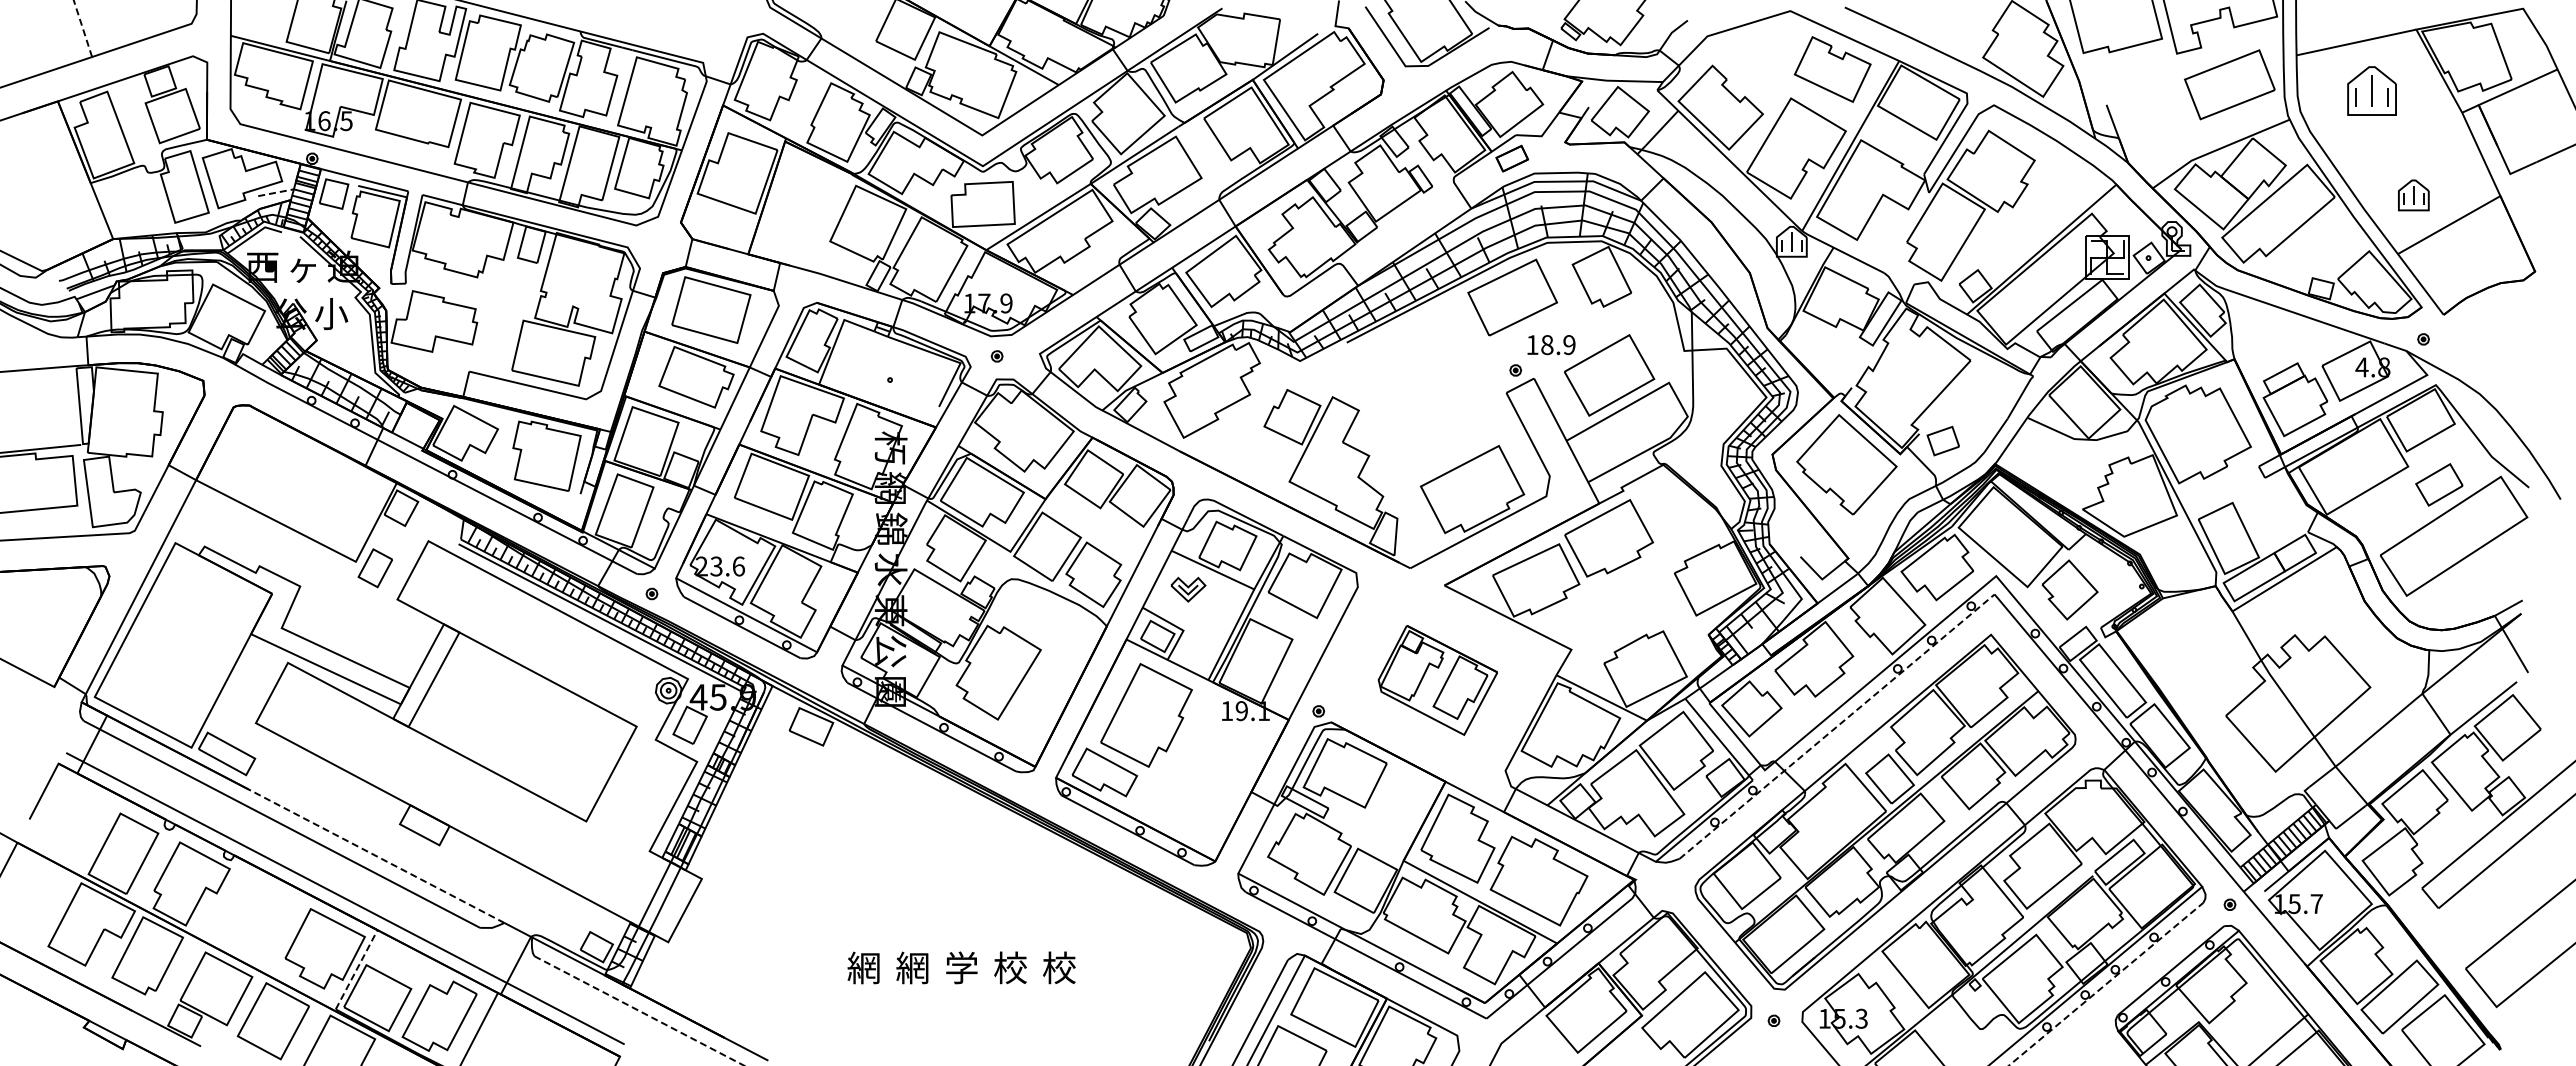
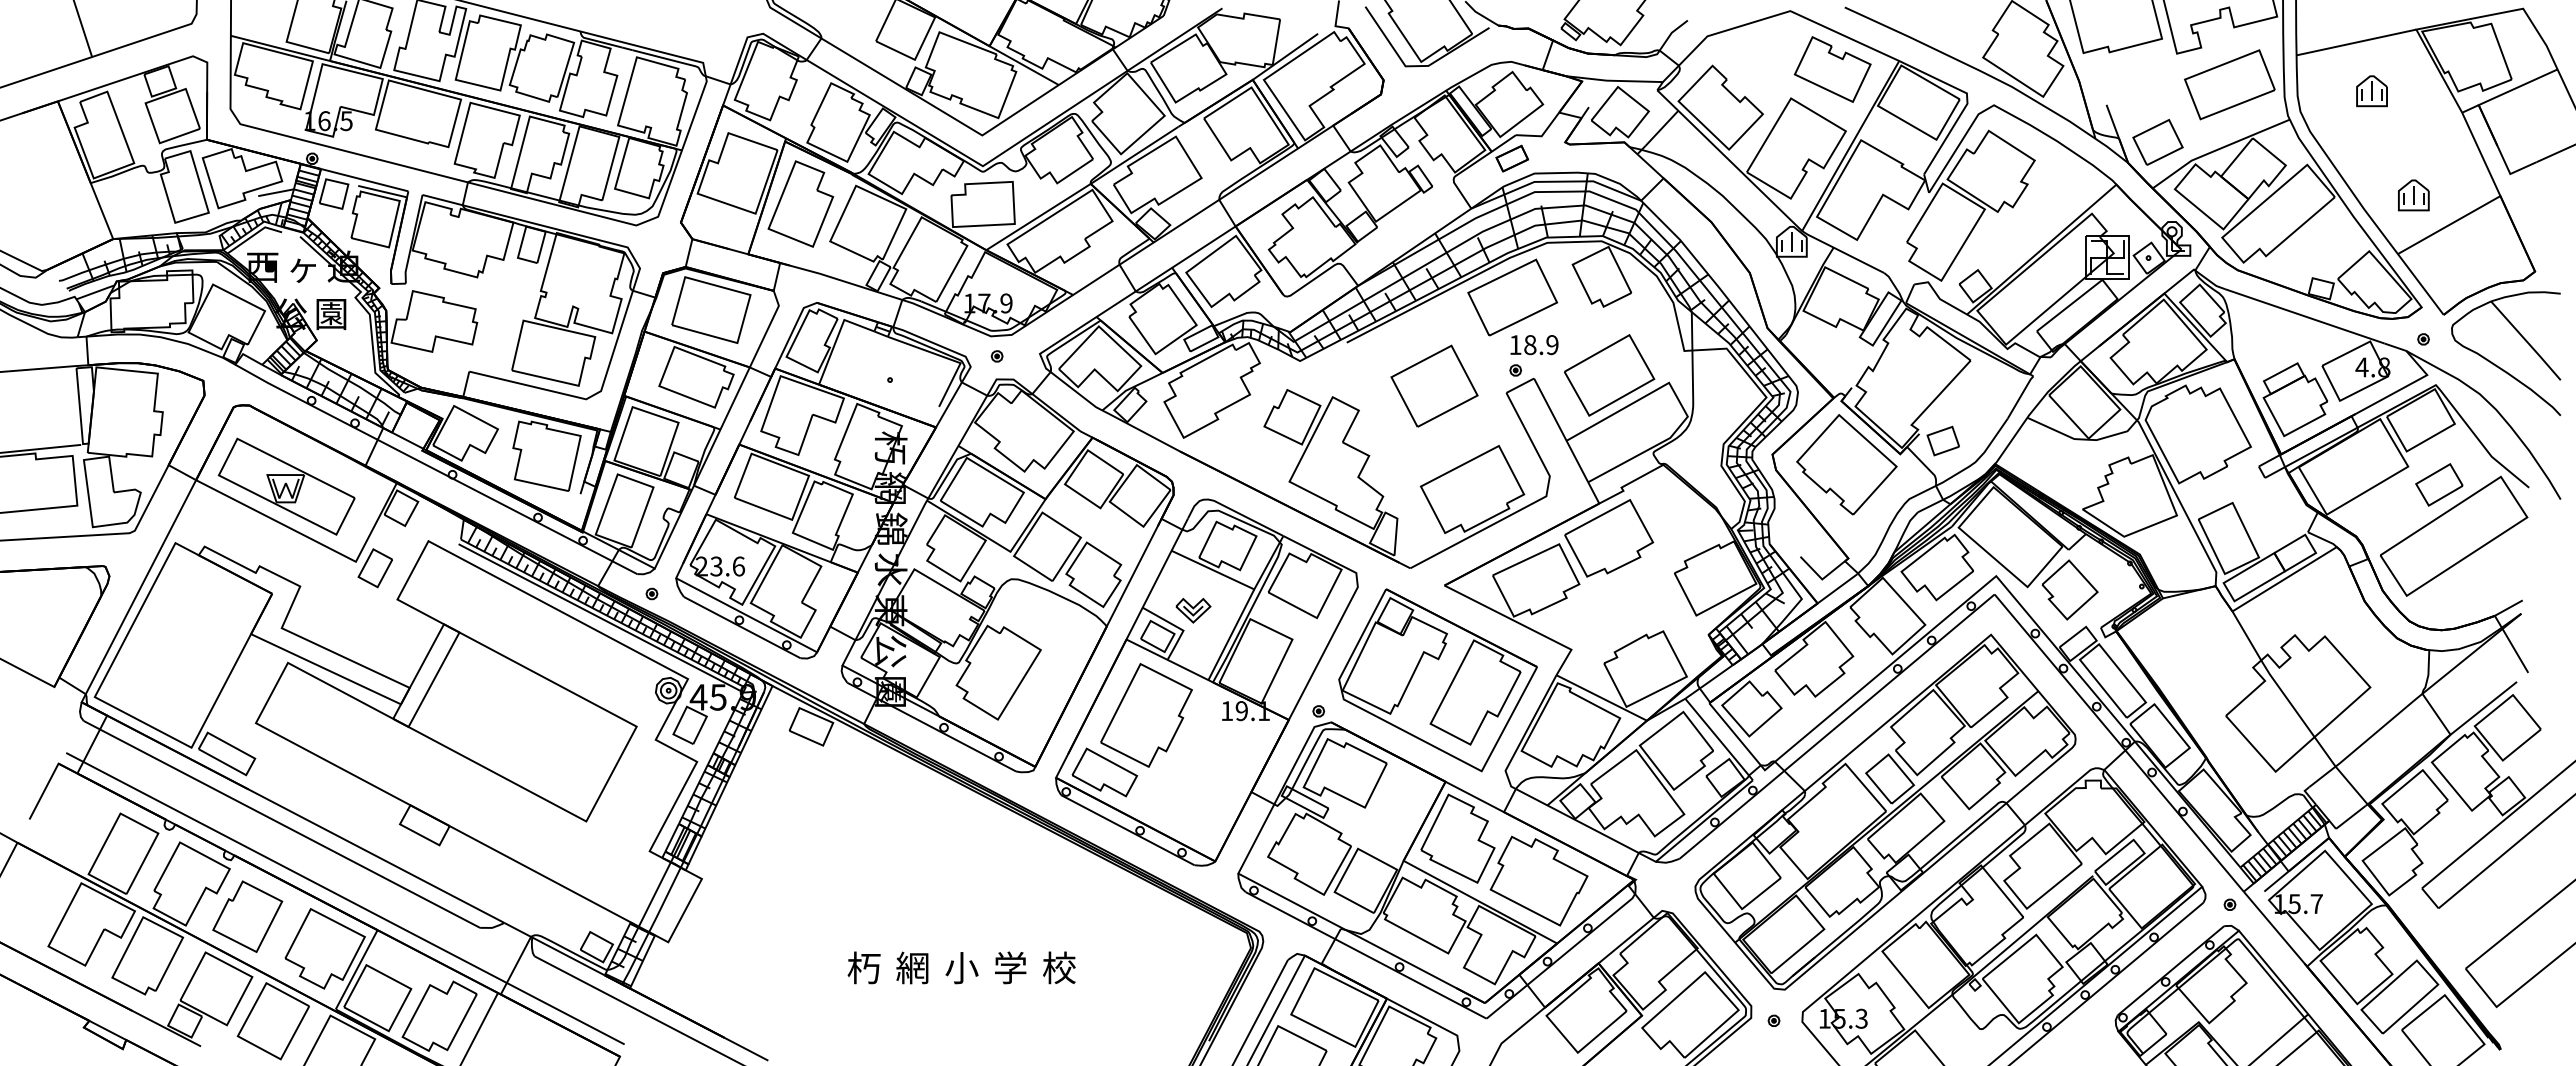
line at (82, 28): dashed -> solid
part at (2371, 90) size: 50x50 px -> 32x33 px
part at (2157, 141): none -> present
line at (276, 192): dashed -> solid
part at (800, 203): none -> present
text at (331, 314): 小 -> 園
text at (1551, 345) position: (1551, 345) -> (1534, 345)
part at (2499, 366): none -> present
part at (1434, 385): none -> present
part at (286, 486): none -> present
part at (1188, 589) position: (1188, 589) -> (1193, 610)
part at (1437, 680) size: 121x111 px -> 200x185 px
line at (1837, 726): dashed -> solid
line at (376, 856): dashed -> solid
part at (247, 916): none -> present
text at (961, 966): 学 -> 小
text at (863, 967): 網 -> 朽
text at (1010, 967): 校 -> 学
line at (356, 969): dashed -> solid
line at (2106, 984): dashed -> solid
line at (639, 1011): dashed -> solid
